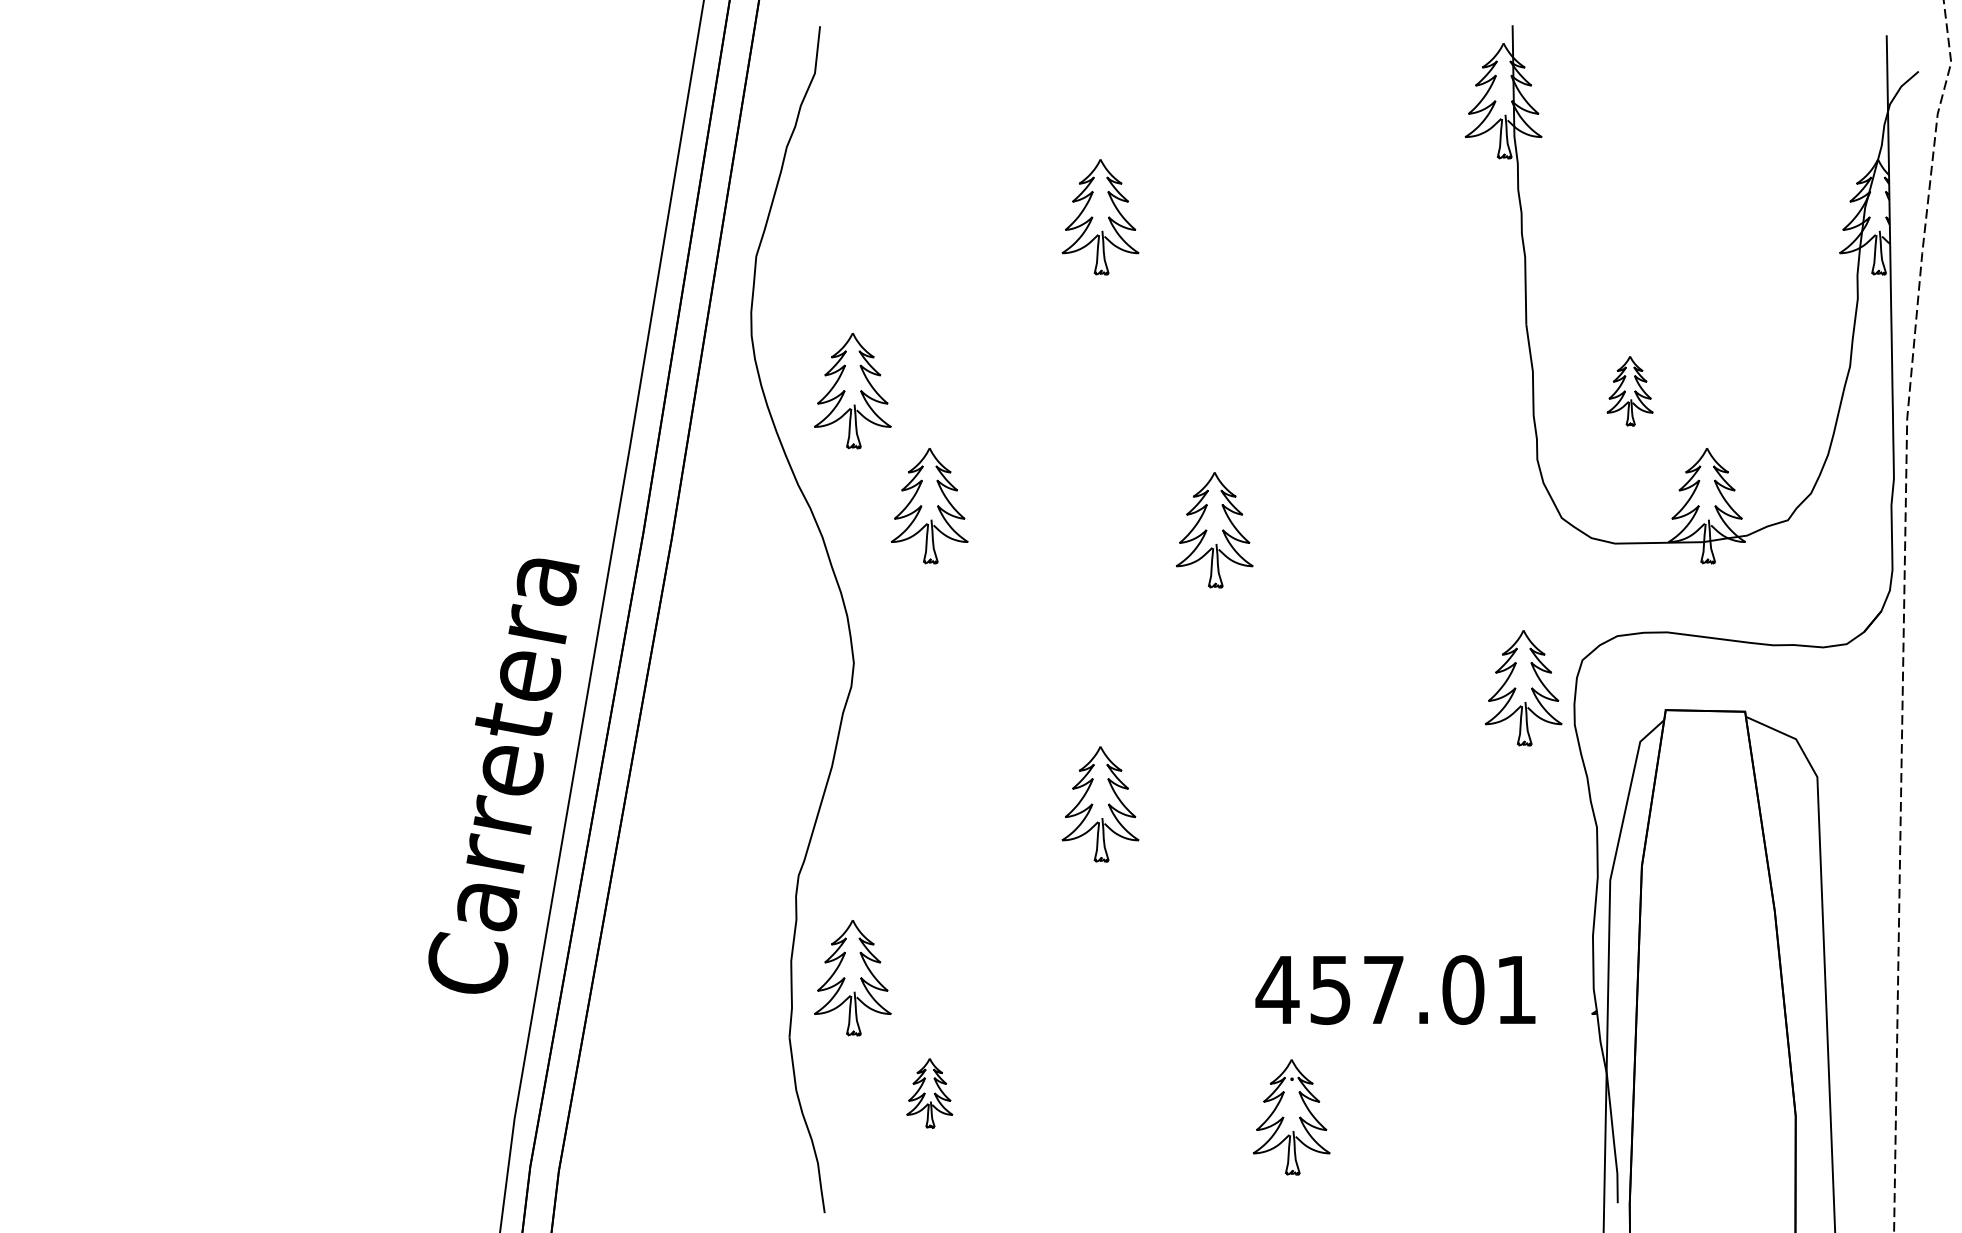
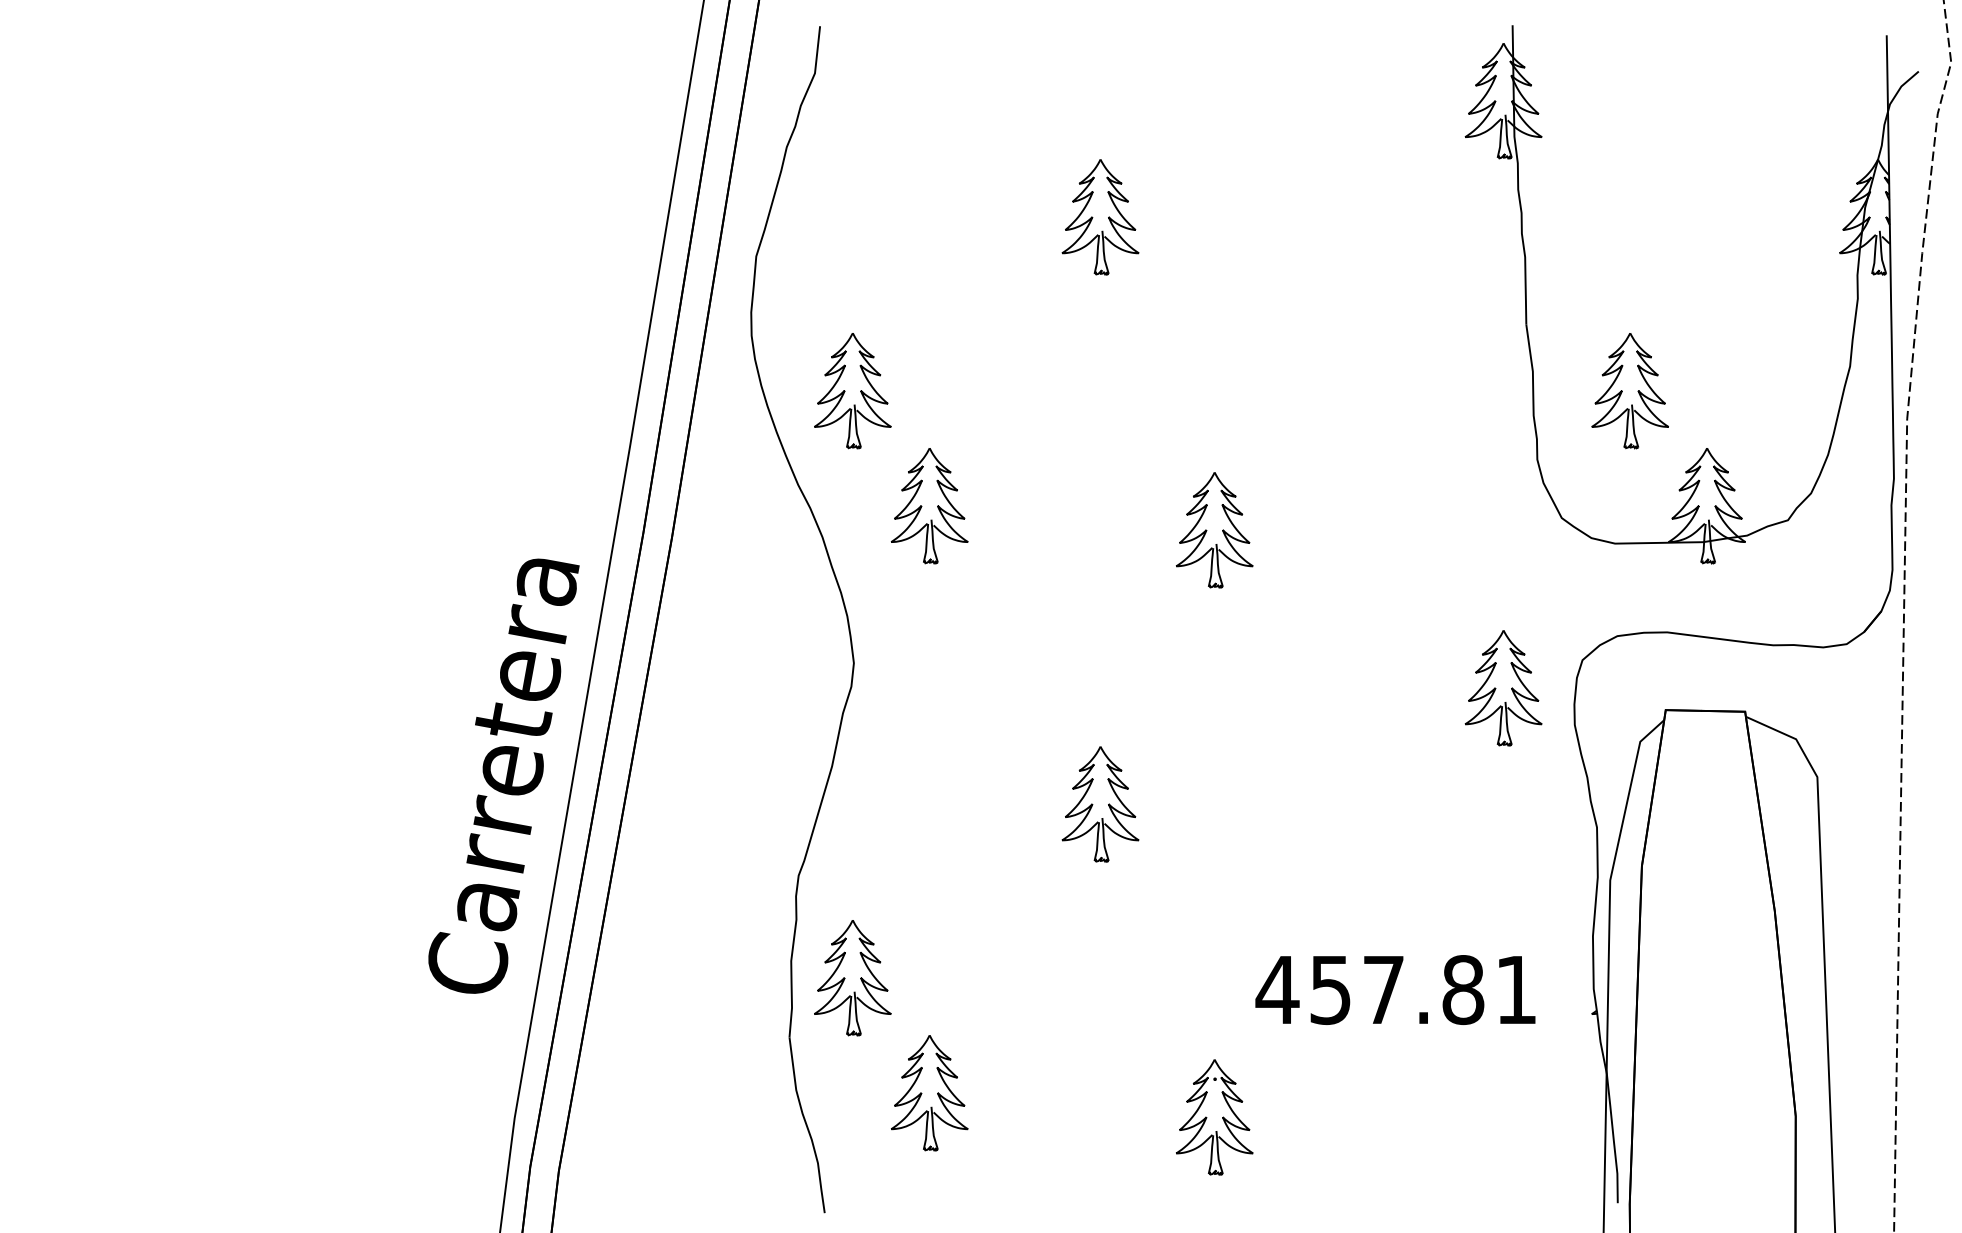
part at (1629, 391) size: 48x71 px -> 78x117 px
part at (1523, 688) position: (1523, 688) -> (1503, 688)
text at (1463, 989): 457.01 -> 457.81
part at (929, 1093) size: 48x71 px -> 78x117 px
part at (1291, 1117) position: (1291, 1117) -> (1214, 1117)
